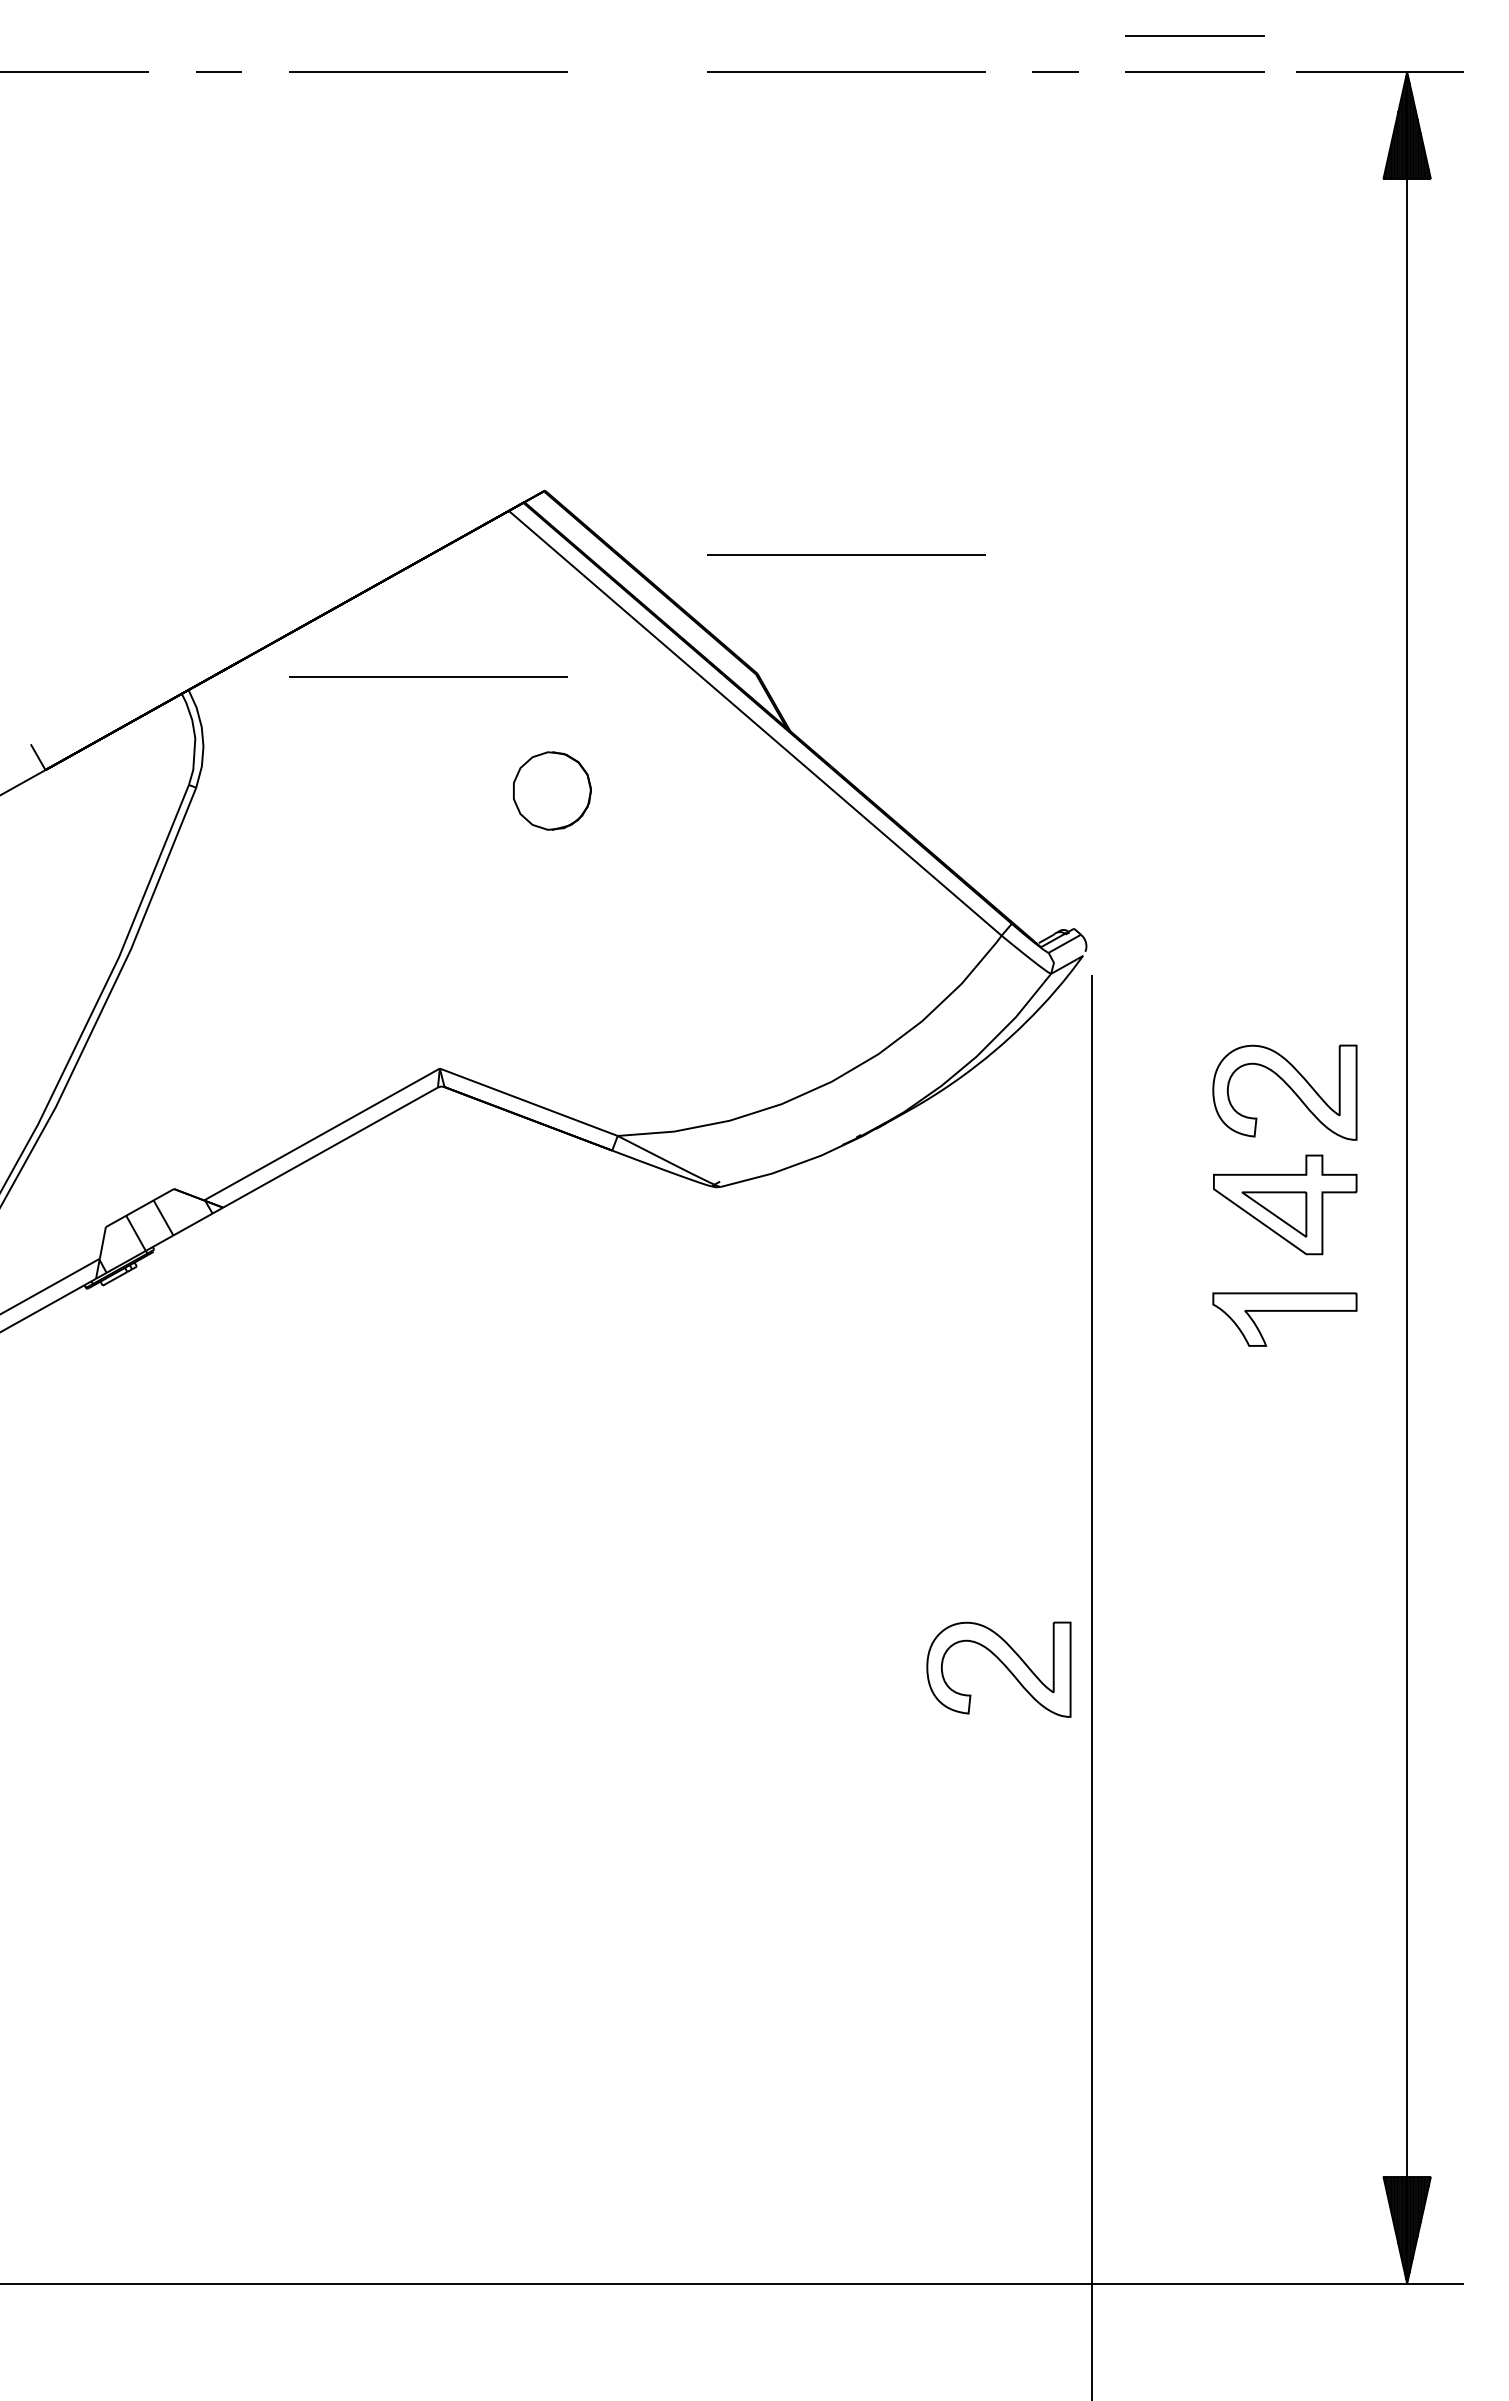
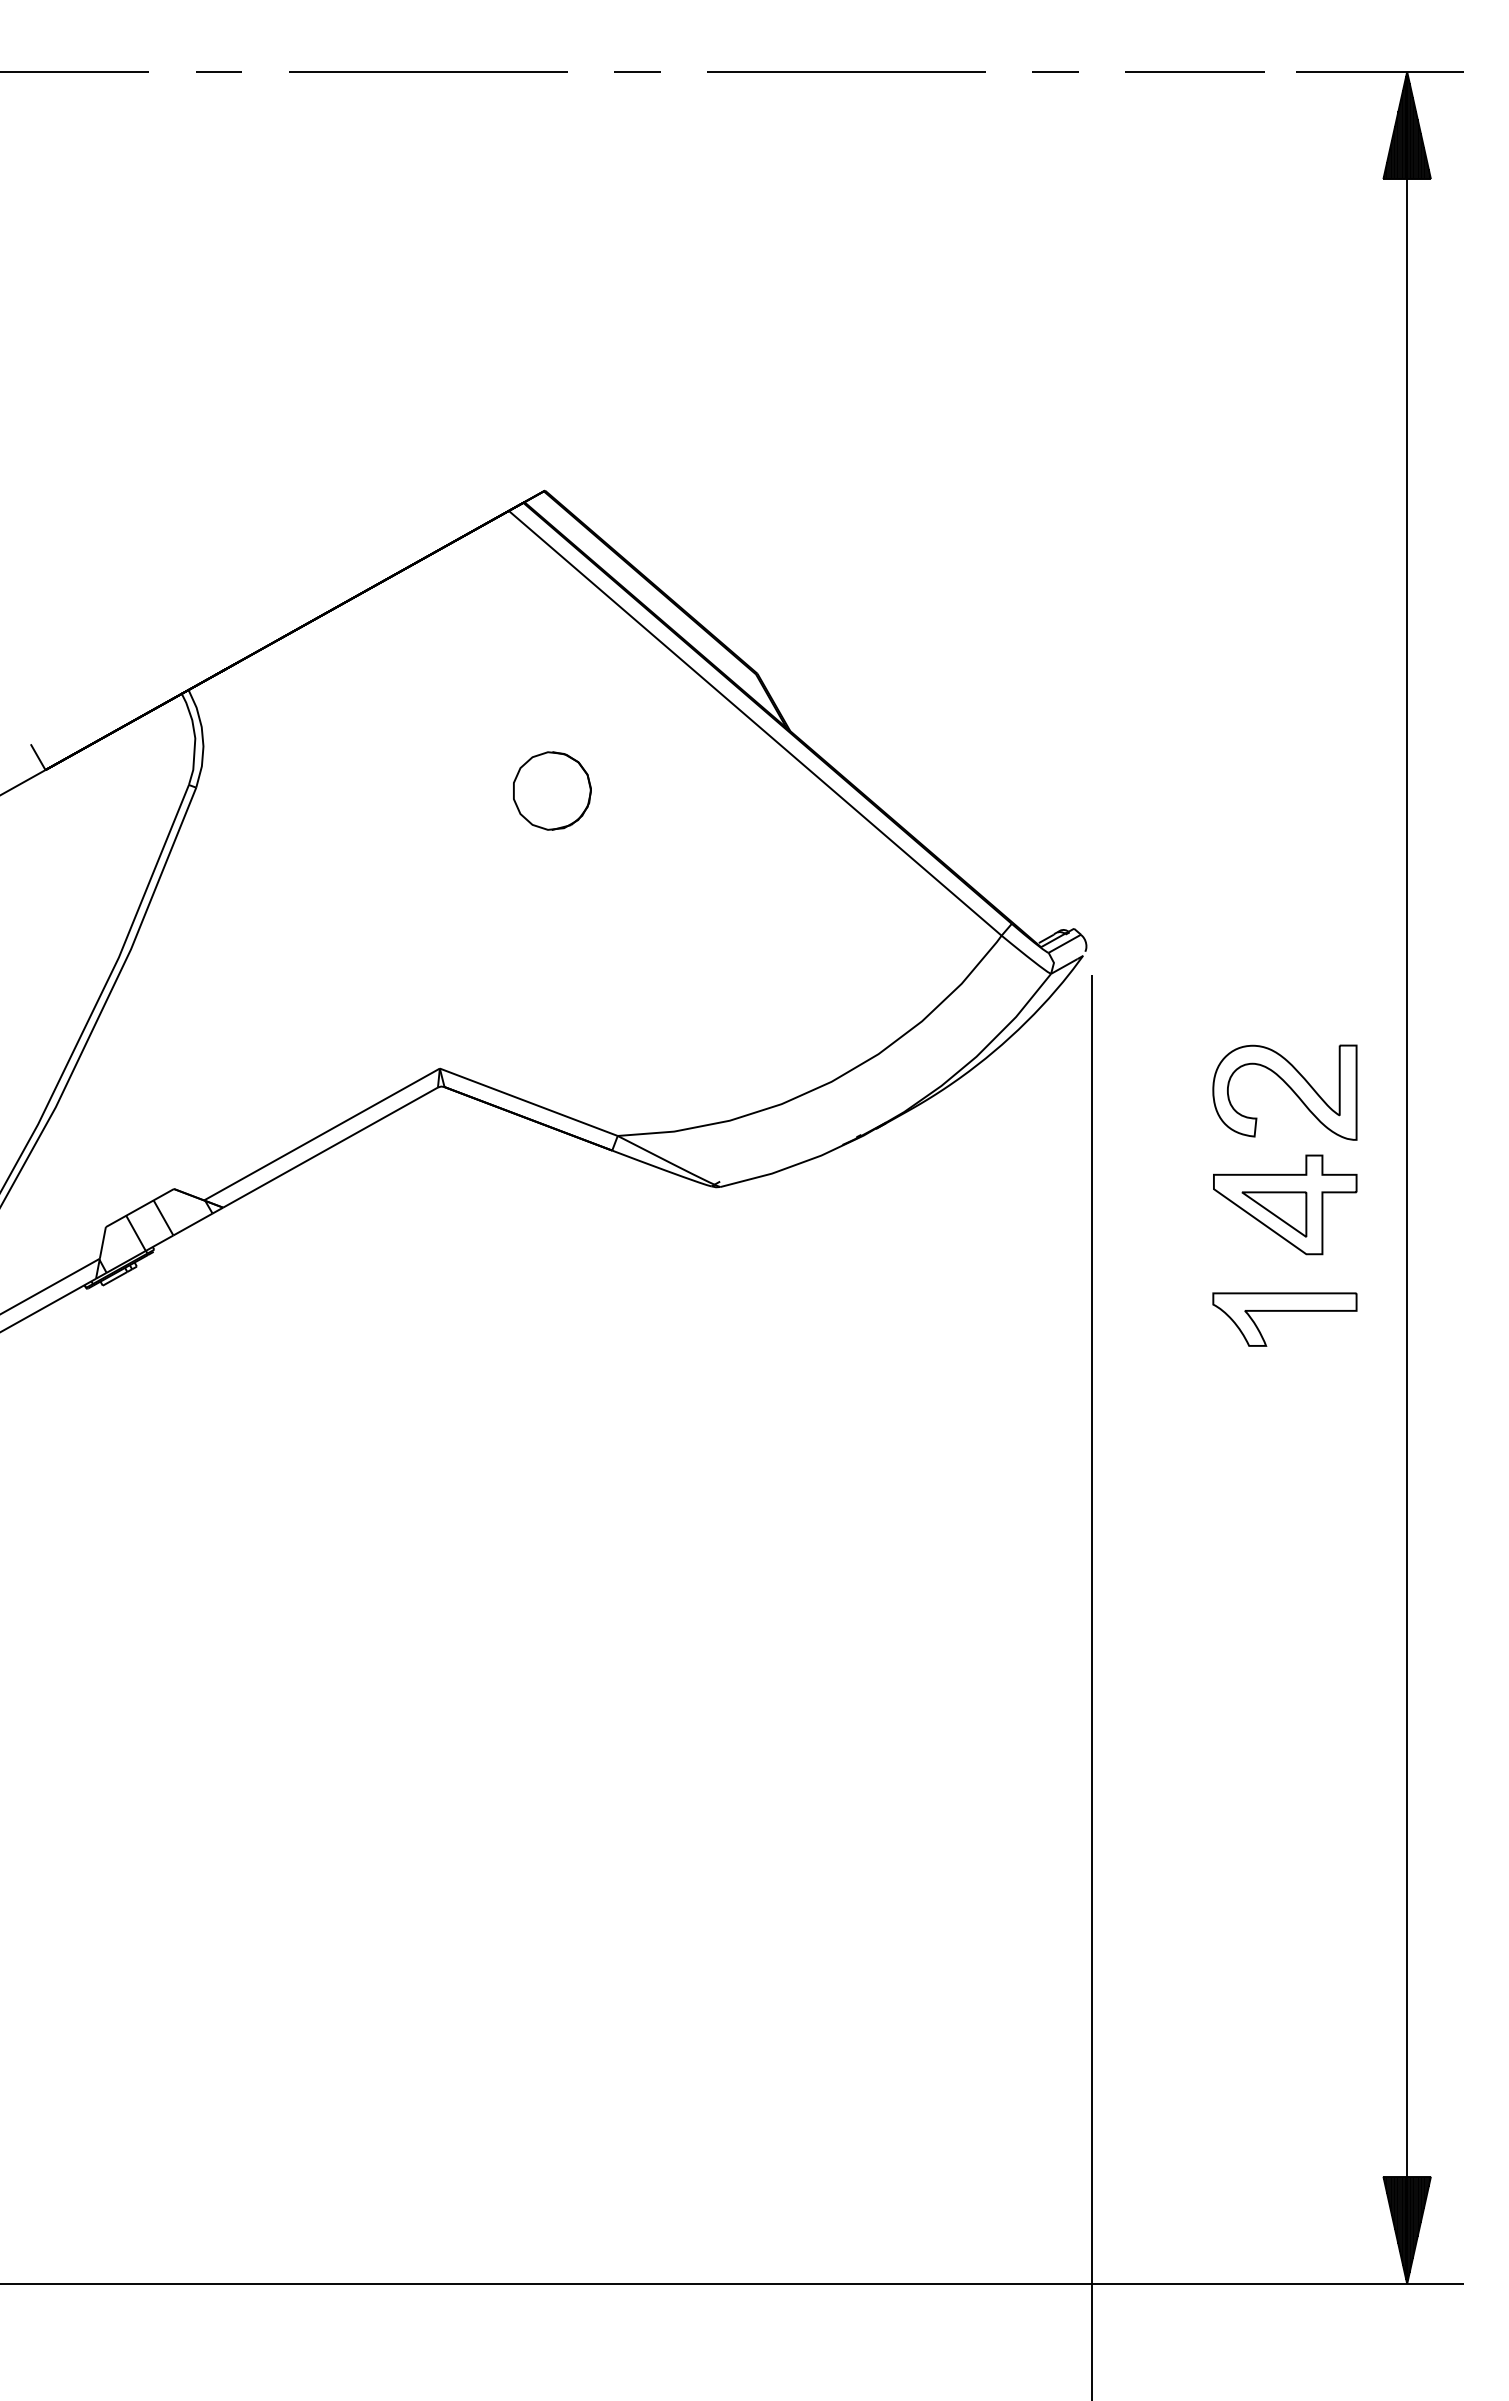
line at (1194, 35): present -> none
line at (637, 71): none -> present
line at (846, 554): present -> none
line at (428, 676): present -> none
part at (1002, 1664): present -> none
